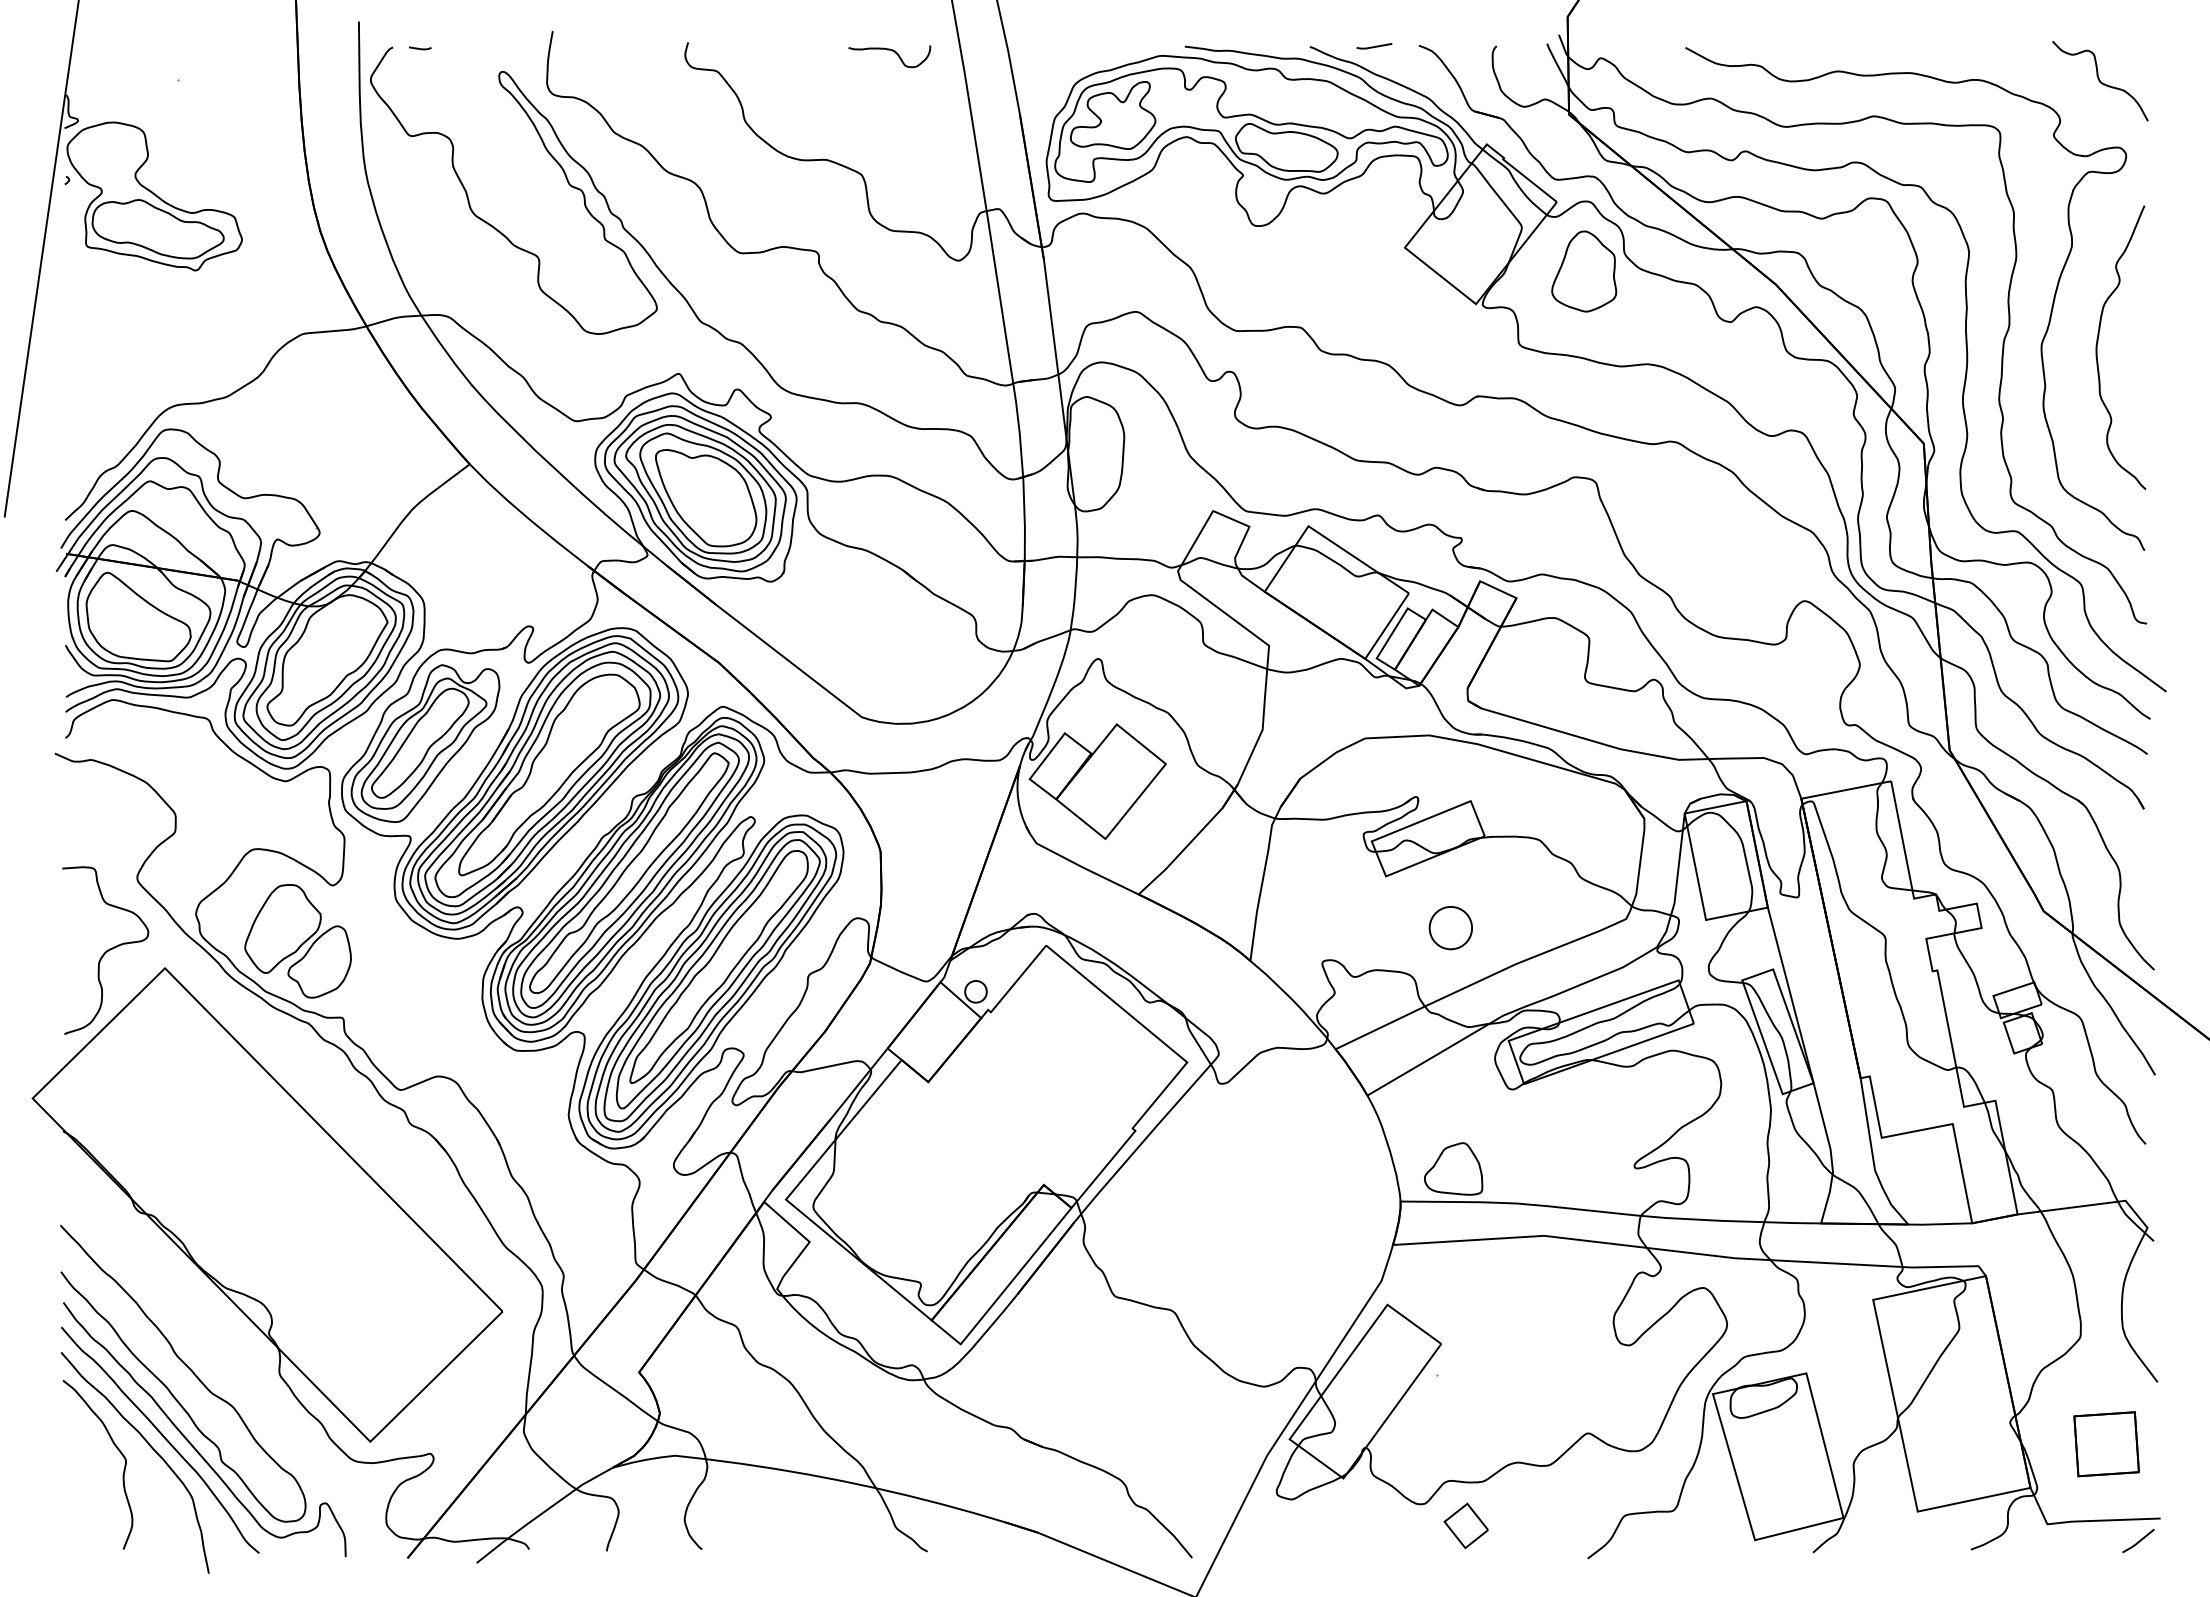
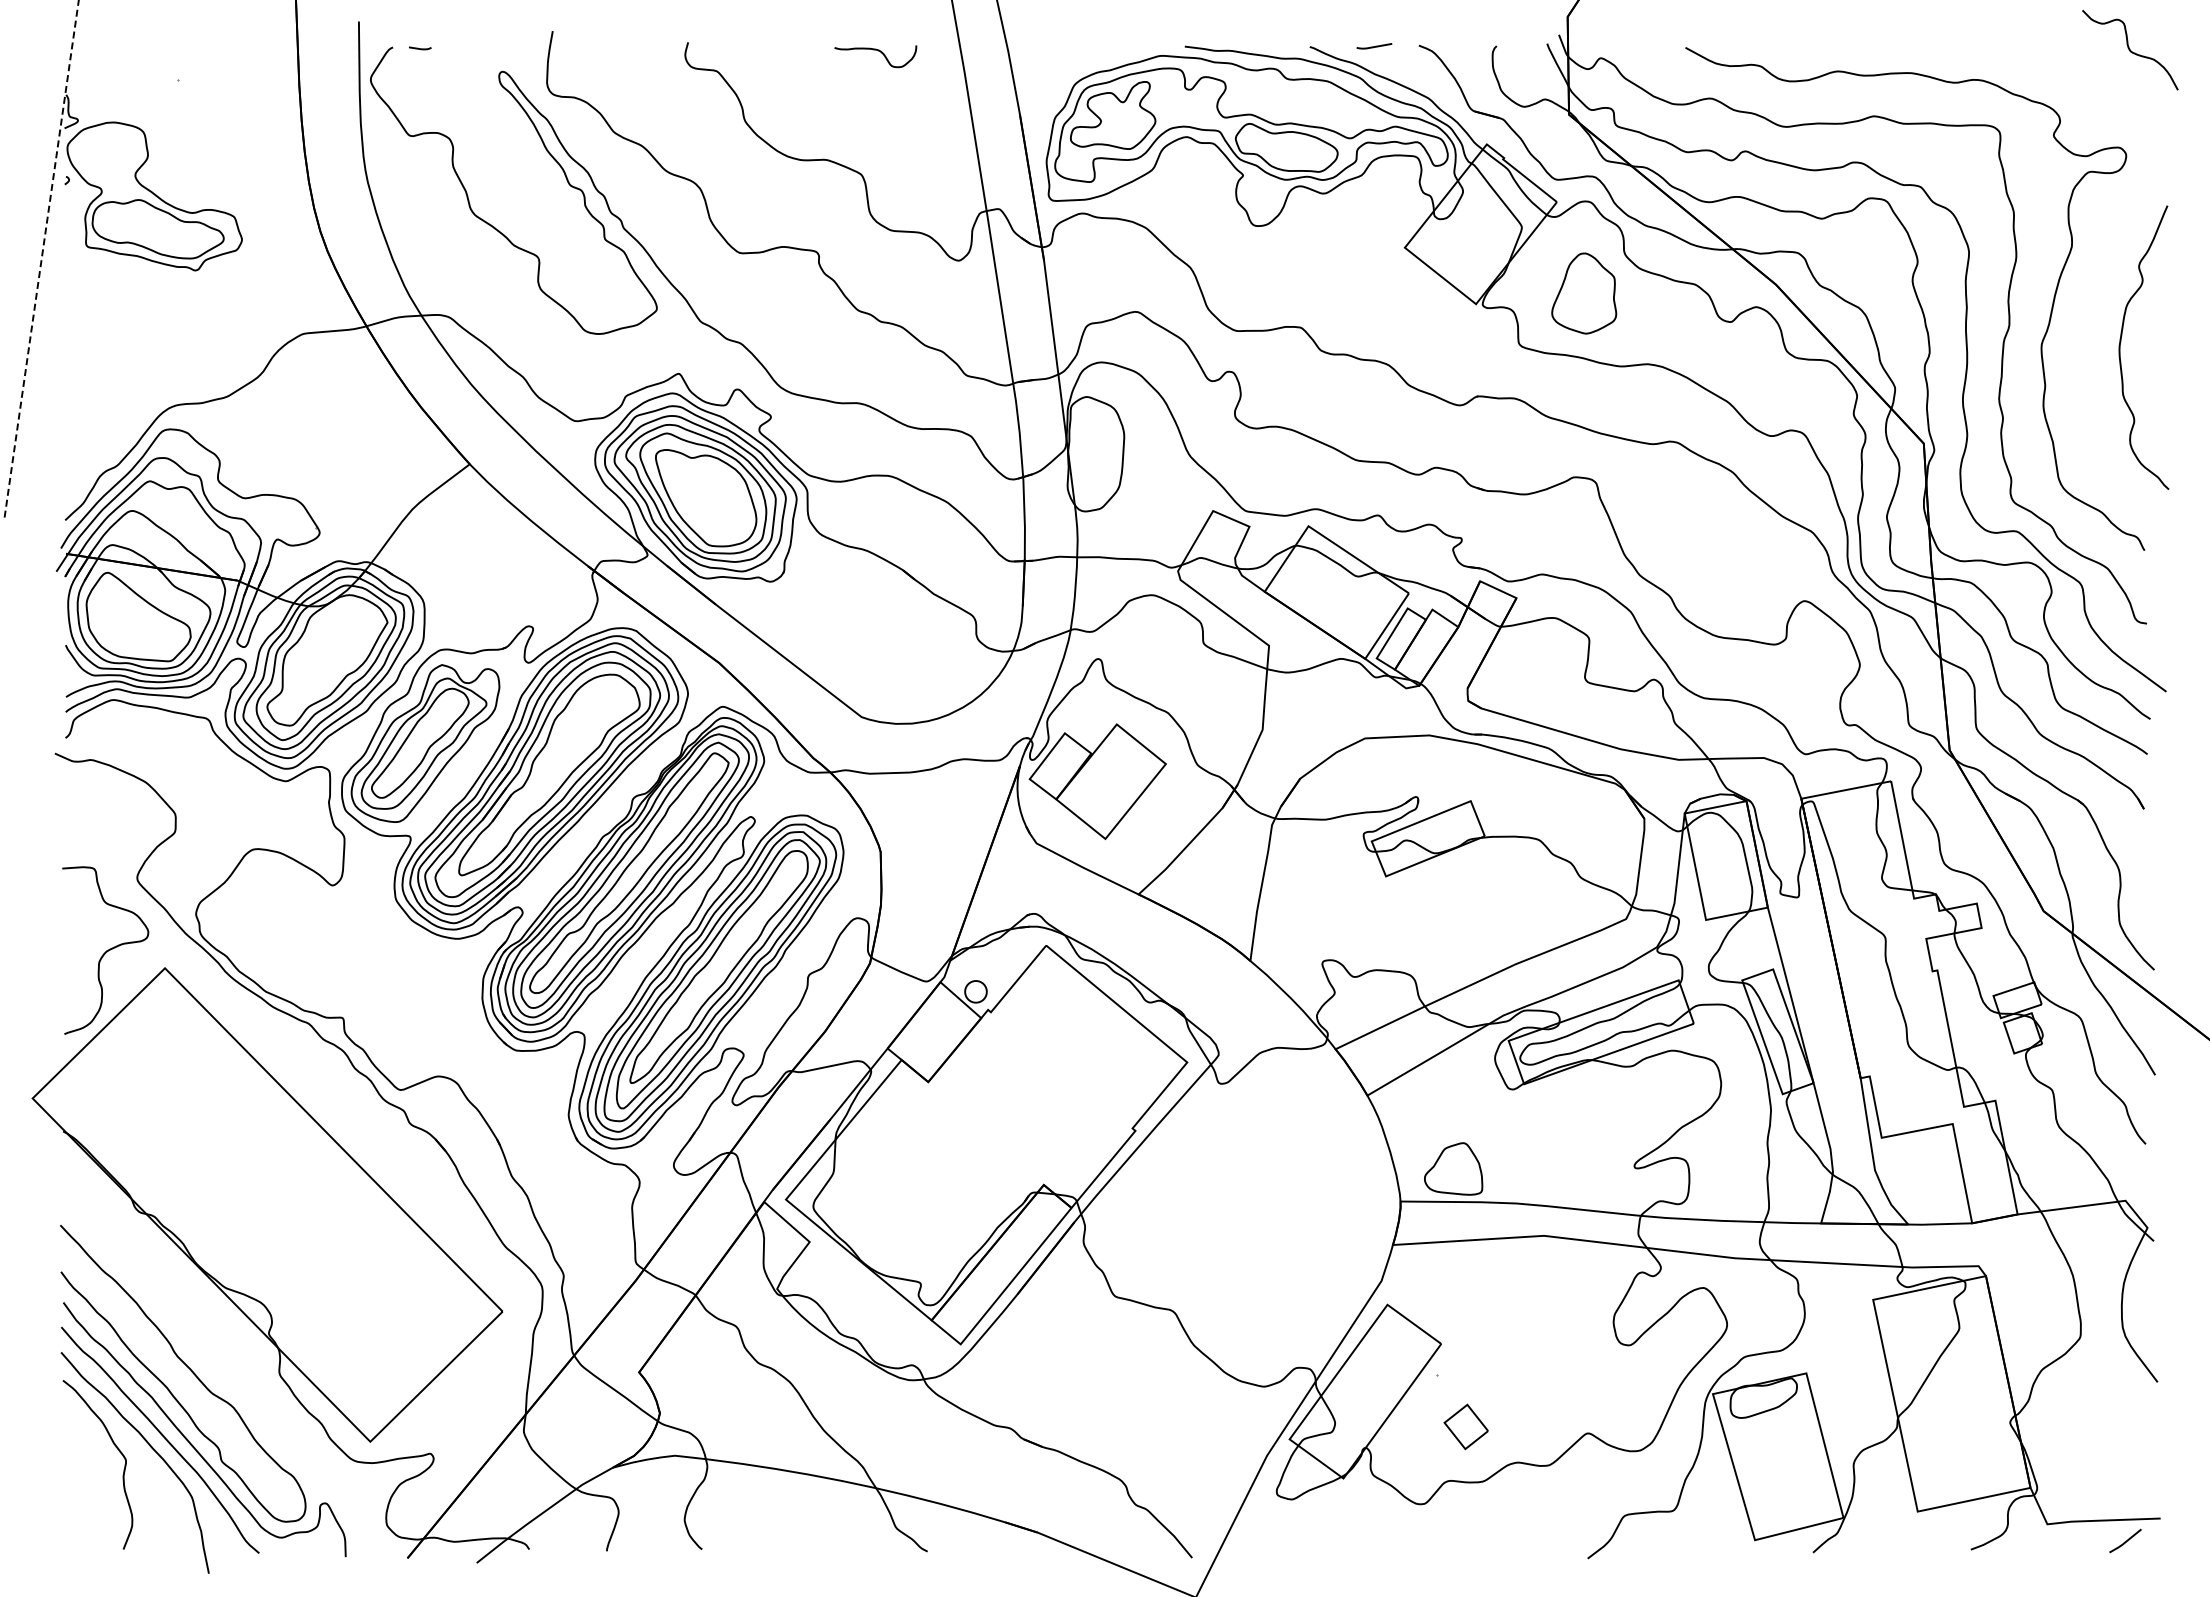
curve at (892, 51) position: (892, 51) -> (878, 51)
curve at (2100, 81) position: (2100, 81) -> (2130, 50)
line at (41, 259): solid -> dashed
part at (1584, 271) position: (1584, 271) -> (1584, 293)
curve at (2098, 342) position: (2098, 342) -> (2121, 342)
part at (1450, 928): present -> none
part at (297, 941): present -> none
part at (2106, 1444): present -> none
part at (1465, 1525) position: (1465, 1525) -> (1465, 1426)
line at (2139, 1540) position: (2139, 1540) -> (2126, 1540)
